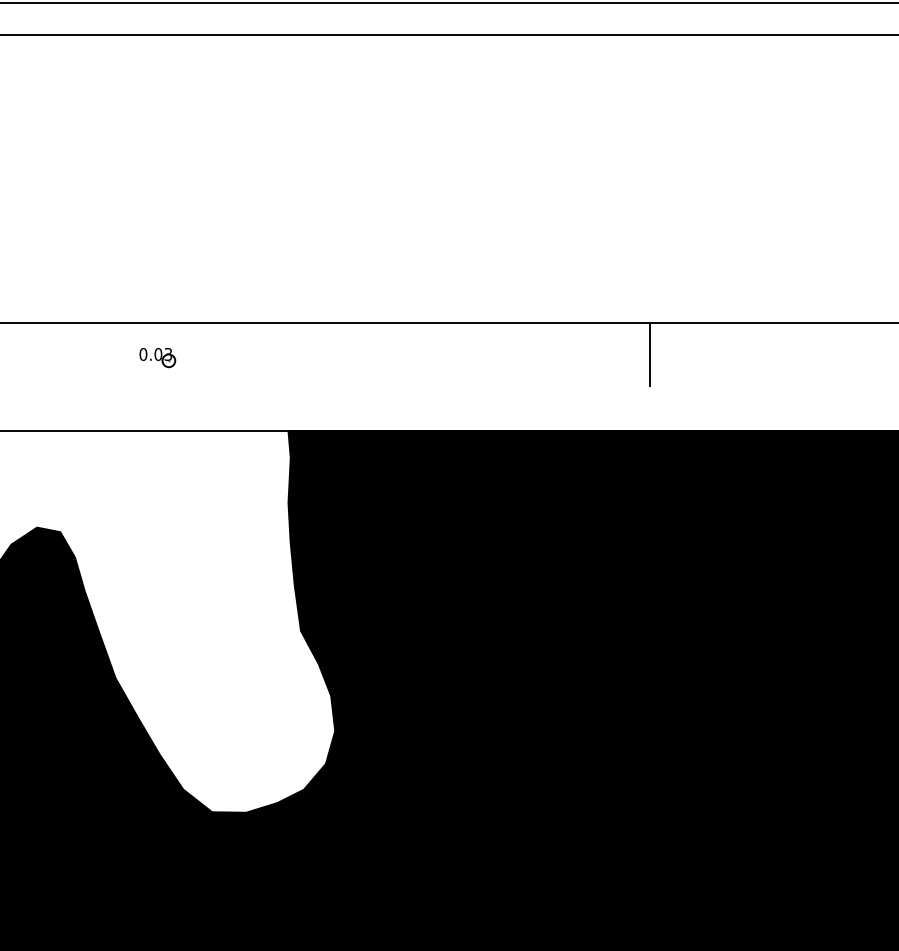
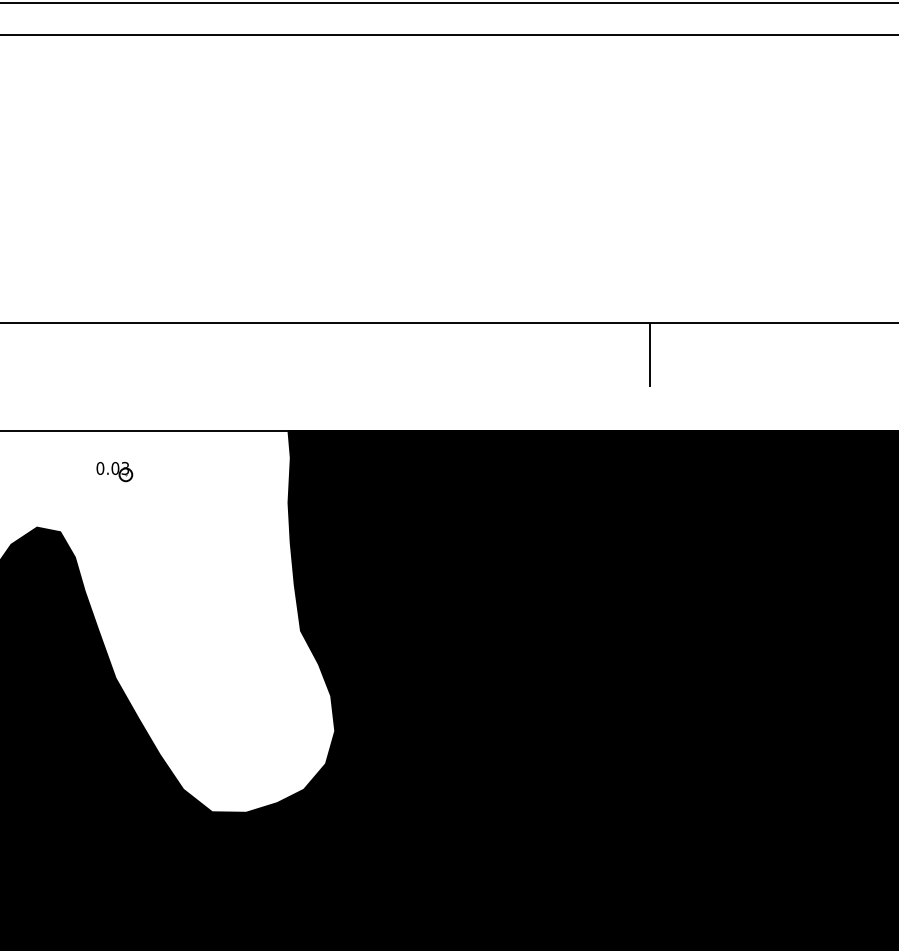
part at (157, 358) position: (157, 358) -> (114, 472)
